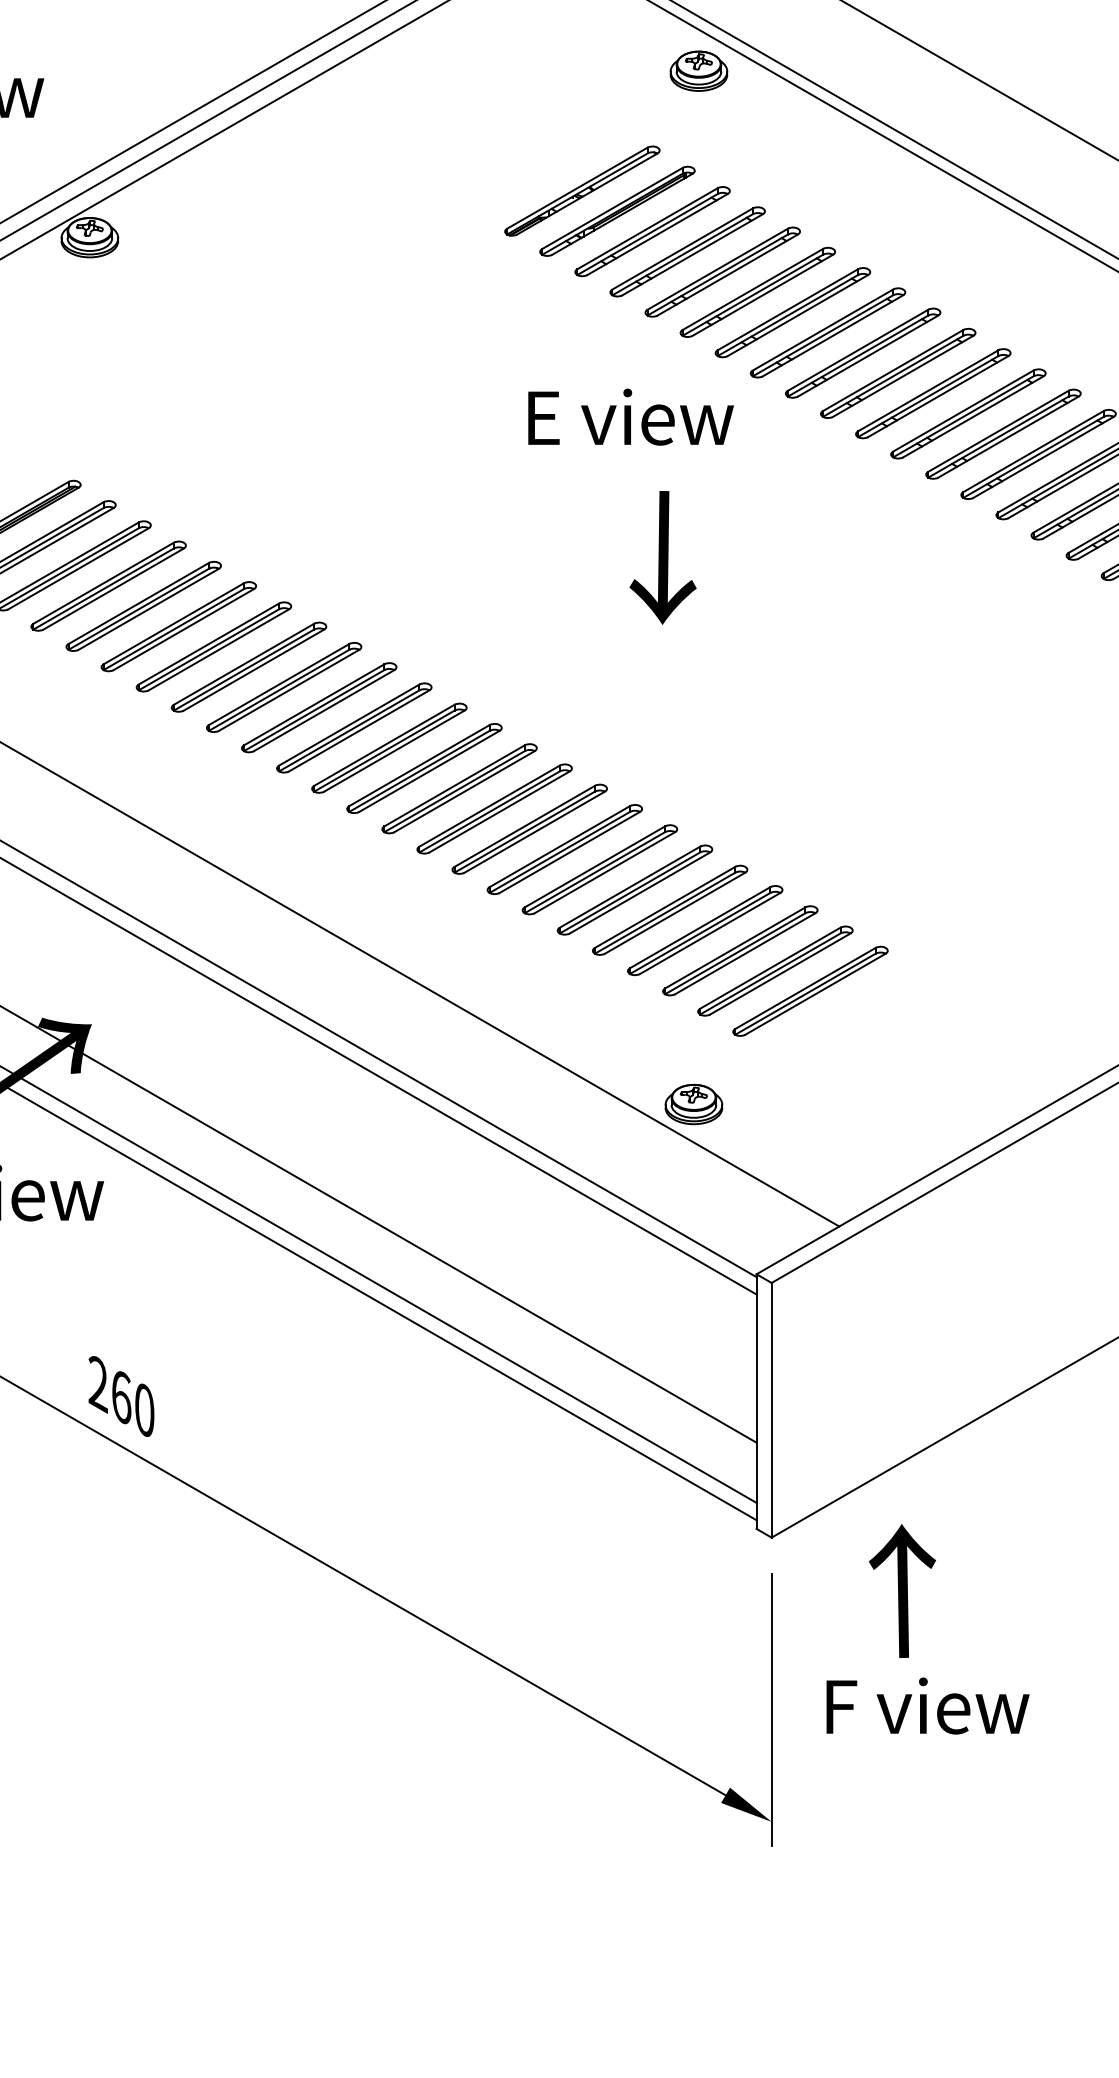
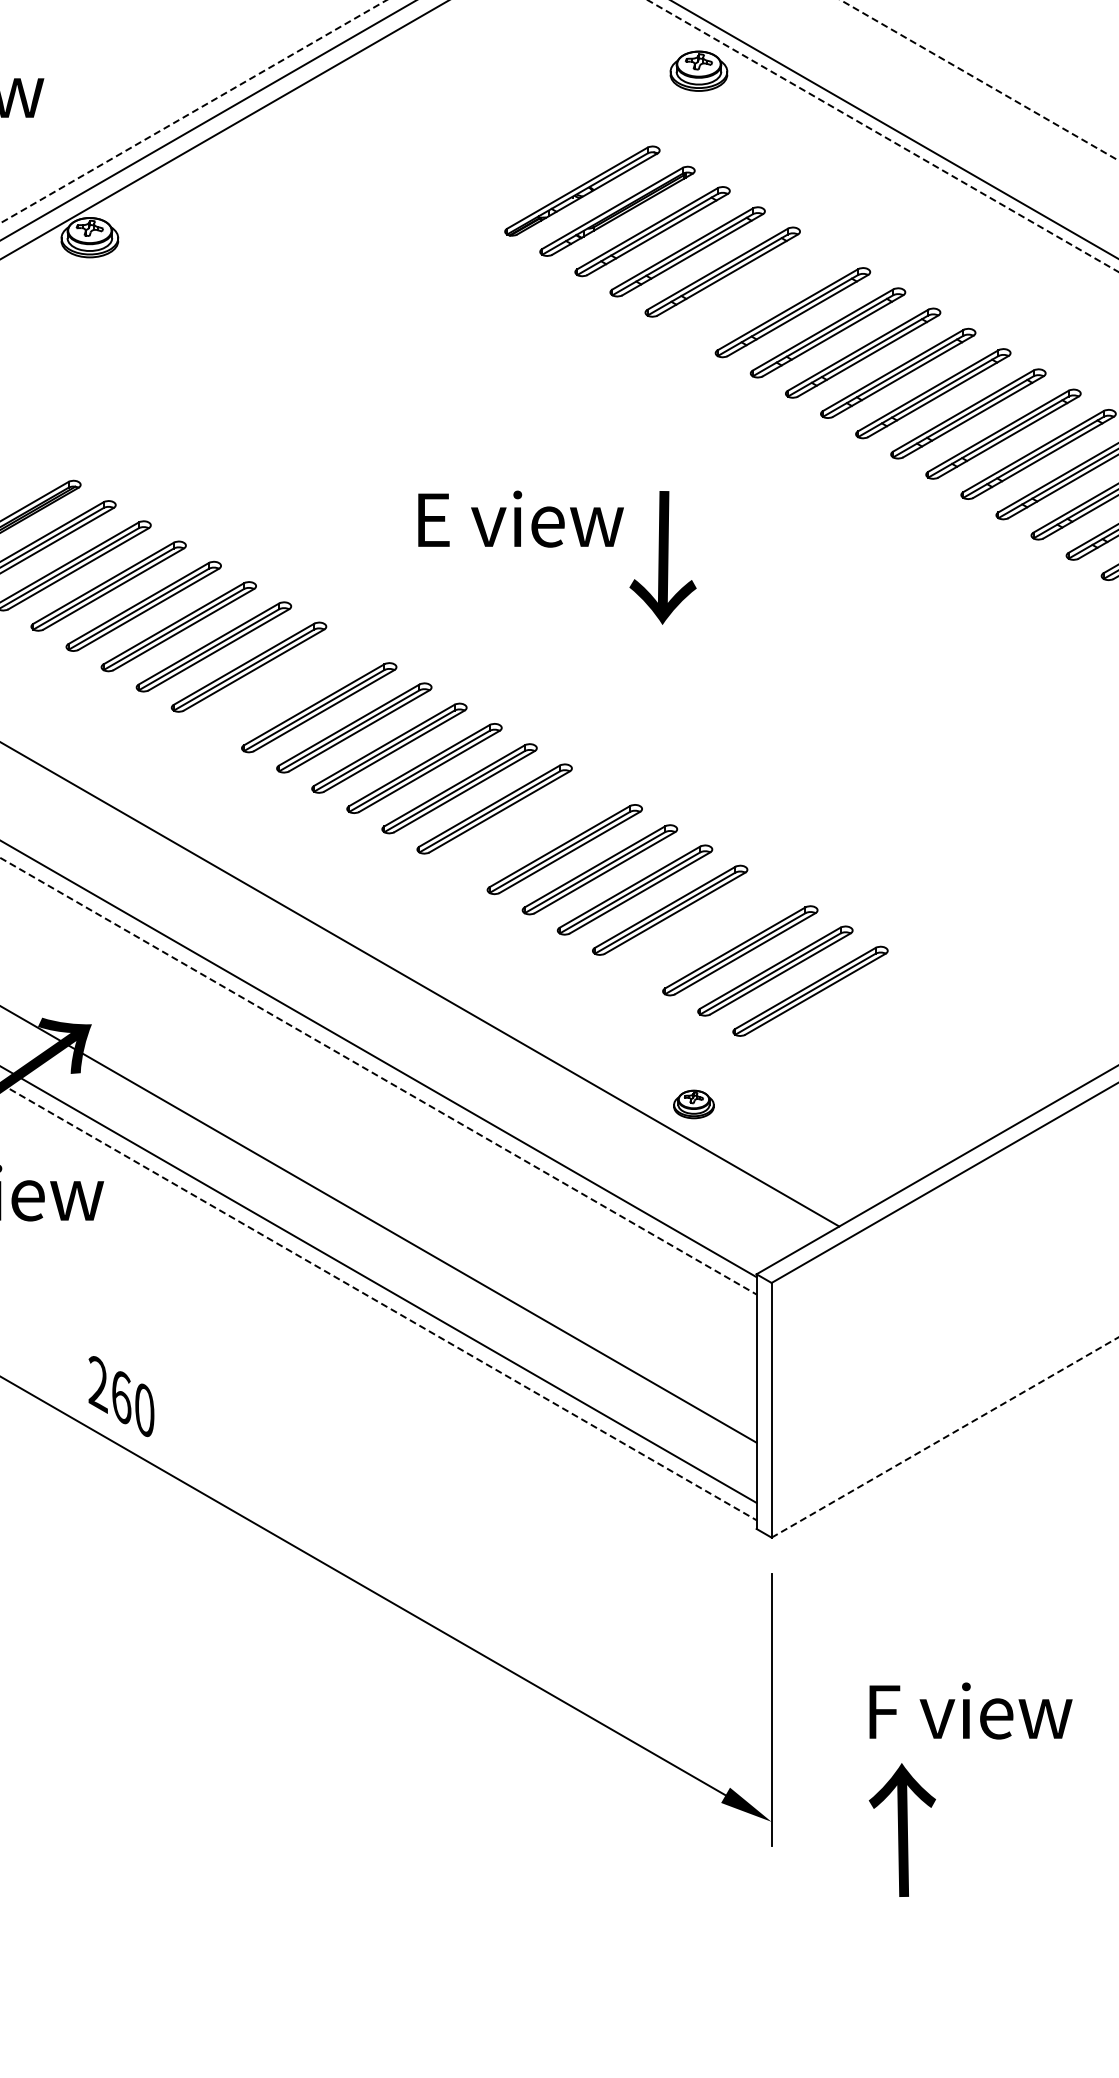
line at (980, 80): solid -> dashed
line at (193, 111): solid -> dashed
line at (882, 135): solid -> dashed
part at (757, 291): present -> none
text at (630, 416) position: (630, 416) -> (520, 518)
part at (284, 686): present -> none
part at (529, 828): present -> none
part at (705, 930): present -> none
line at (378, 1076): solid -> dashed
part at (693, 1104) size: 60x43 px -> 42x31 px
line at (378, 1301): solid -> dashed
line at (945, 1437): solid -> dashed
text at (901, 1590) position: (901, 1590) -> (901, 1829)
text at (927, 1705) position: (927, 1705) -> (970, 1710)
